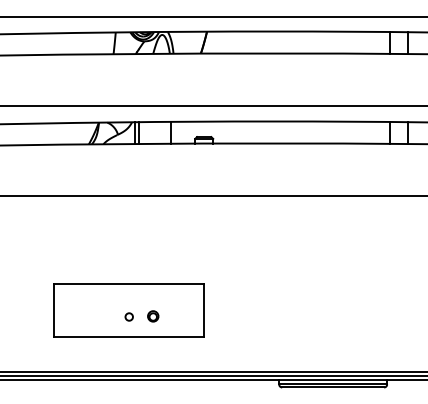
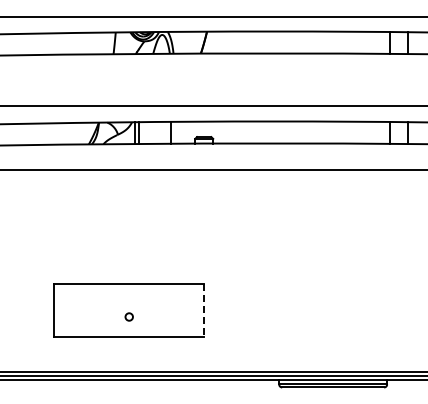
line at (213, 196) position: (213, 196) -> (213, 170)
line at (204, 310): solid -> dashed
part at (153, 316): present -> none
